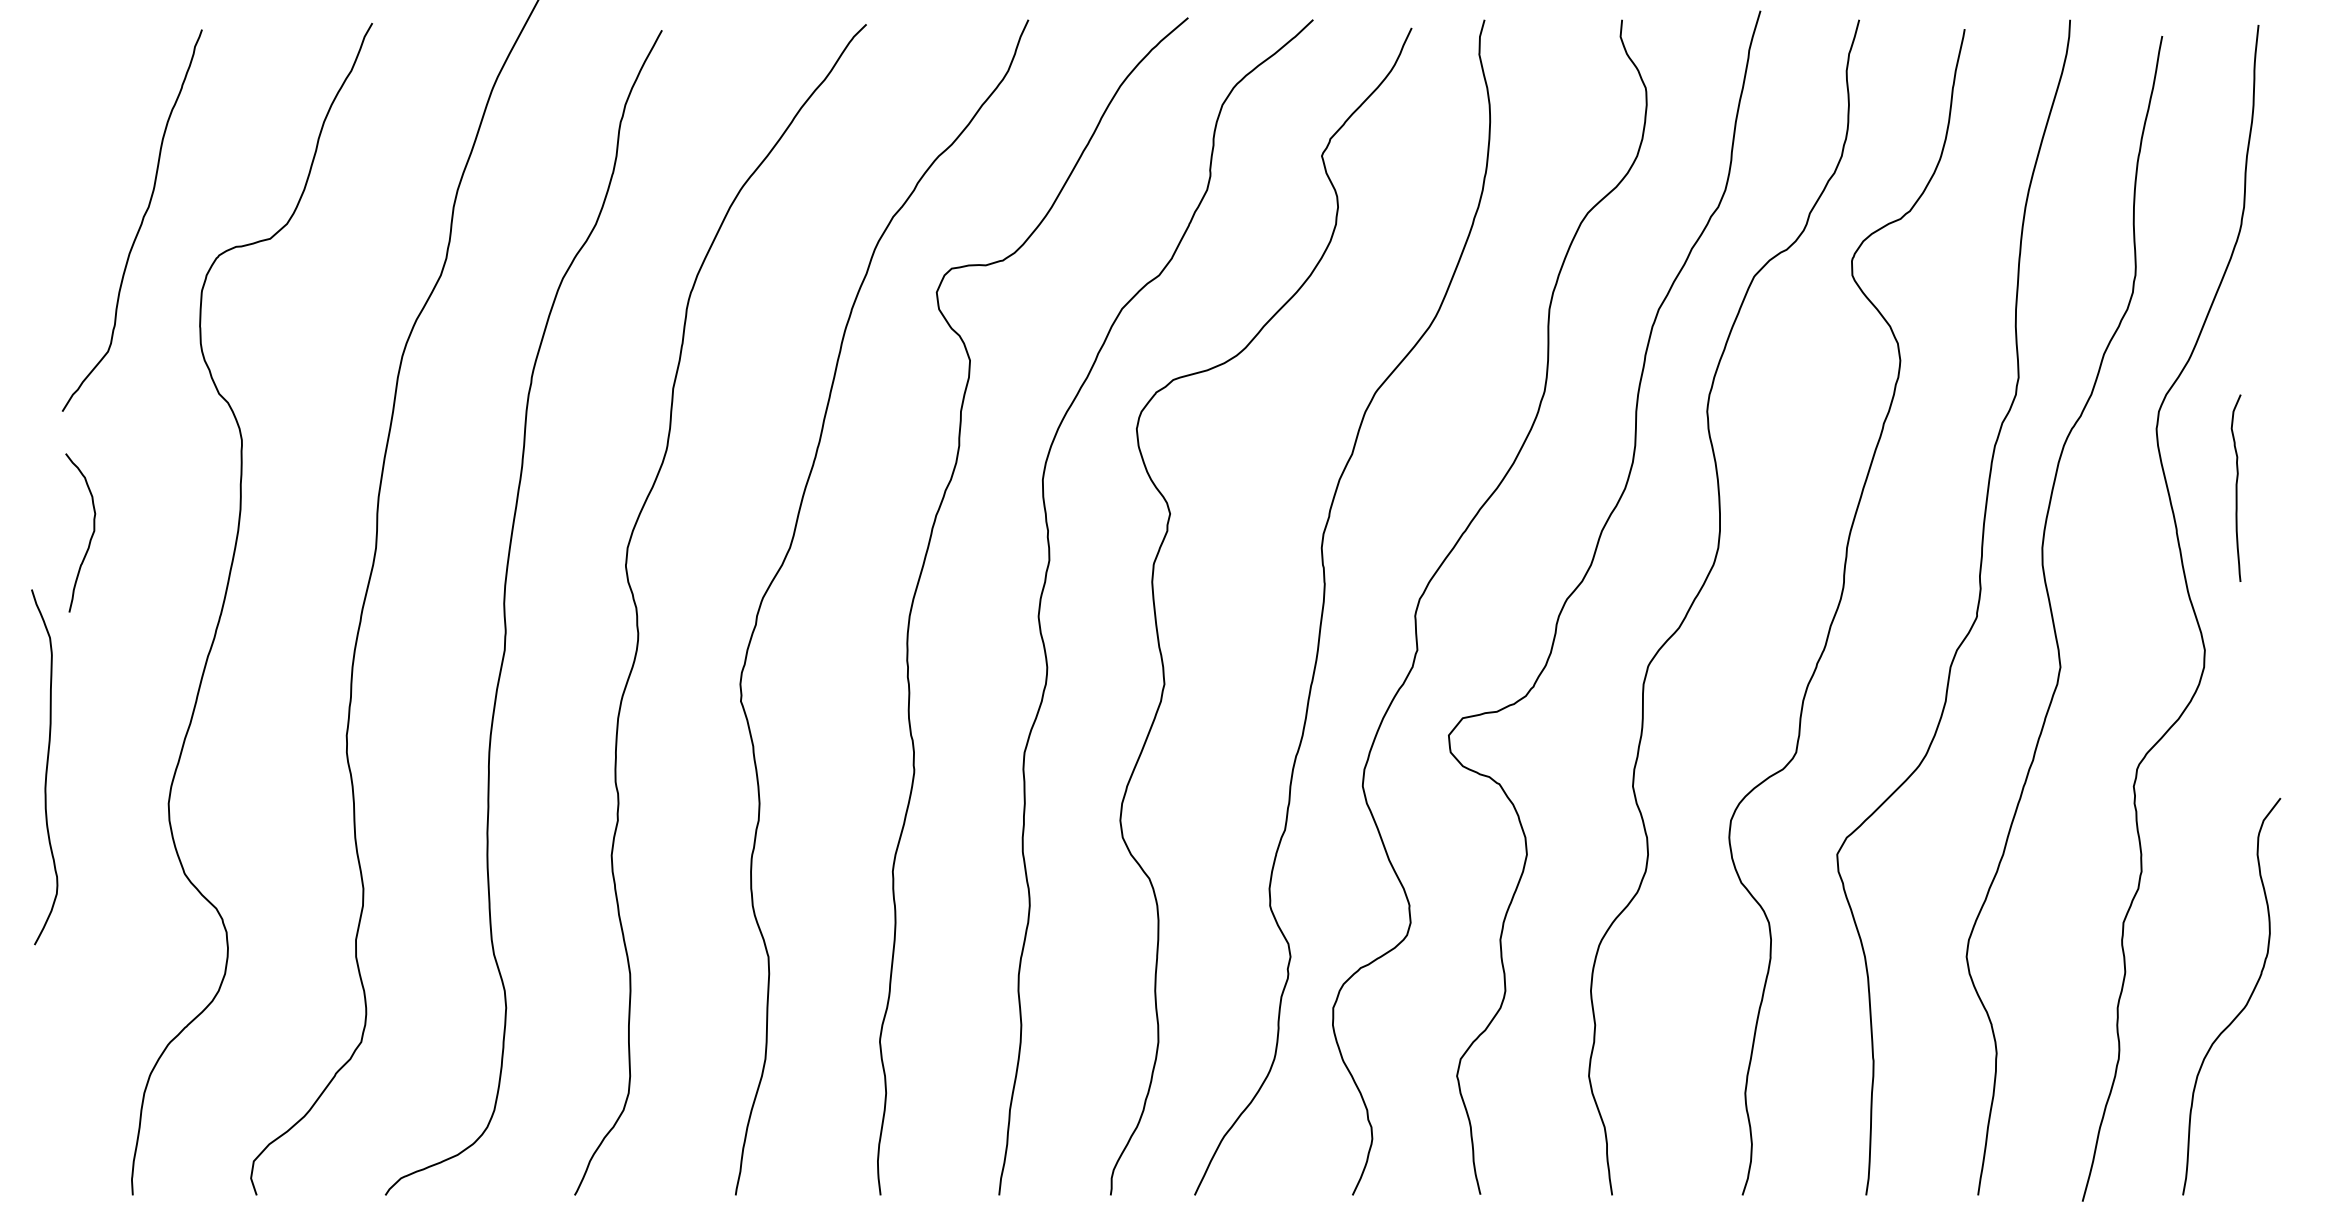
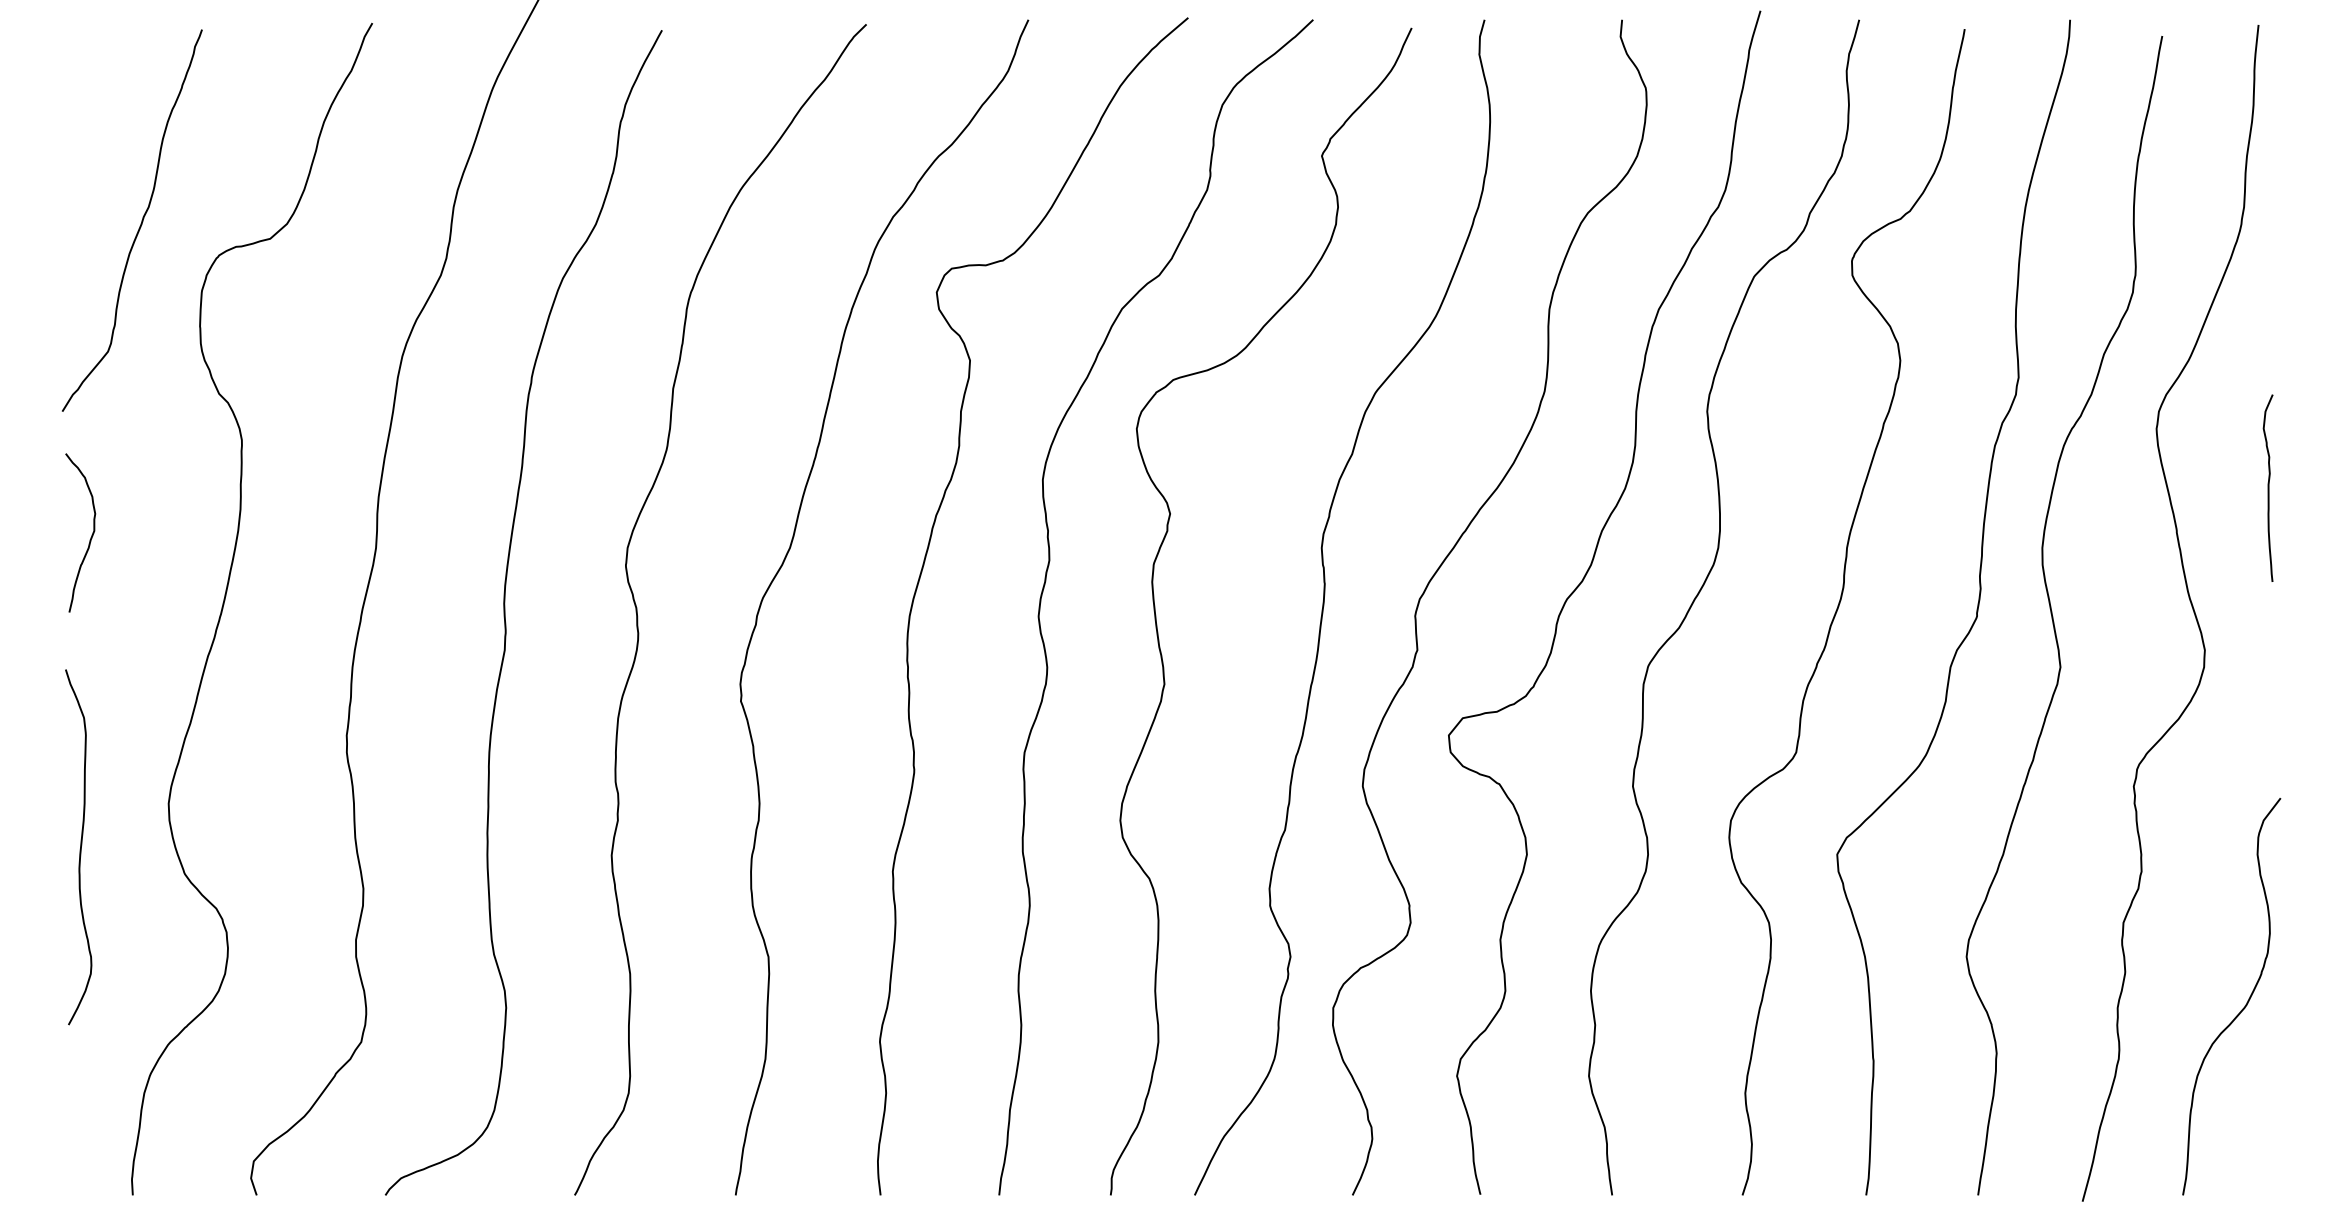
curve at (2235, 487) position: (2235, 487) -> (2267, 487)
curve at (46, 767) position: (46, 767) -> (80, 847)
